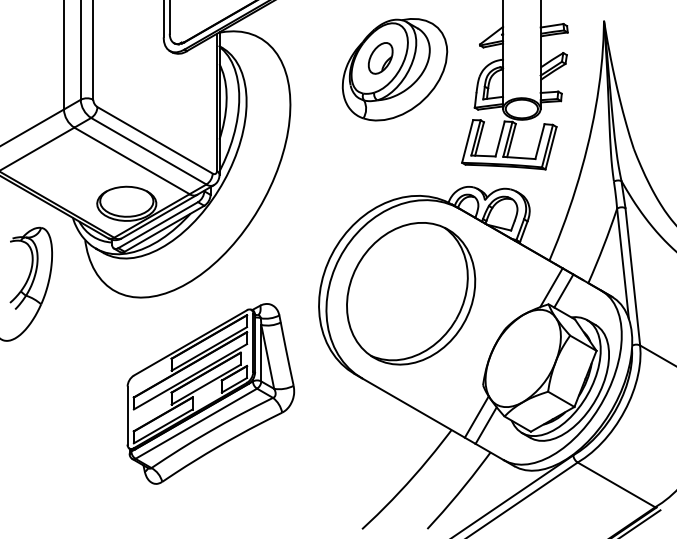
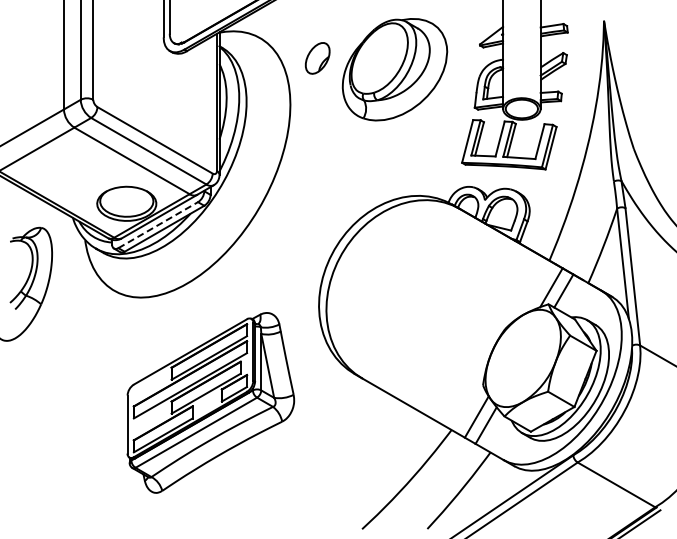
part at (380, 58) position: (380, 58) -> (317, 58)
line at (158, 225): solid -> dashed
part at (411, 293): present -> none
part at (210, 393) position: (210, 393) -> (210, 402)
